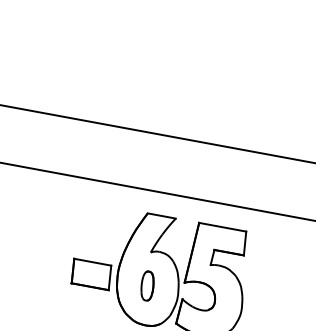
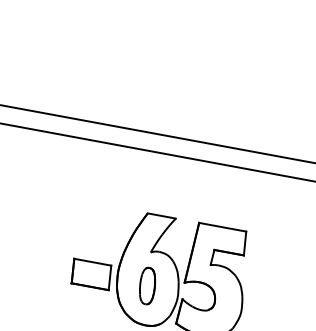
line at (157, 191) position: (157, 191) -> (157, 152)
part at (147, 285) size: 15x32 px -> 18x40 px
